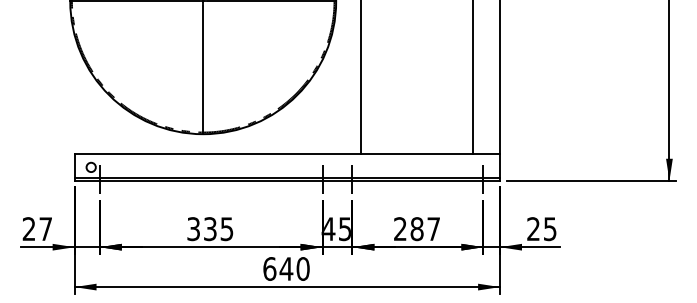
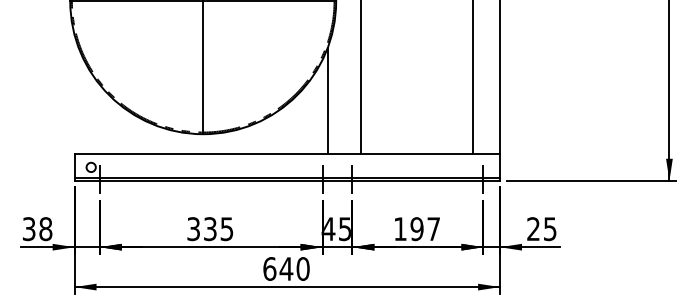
line at (327, 100): none -> present
text at (37, 229): 27 -> 38
text at (408, 229): 287 -> 197
